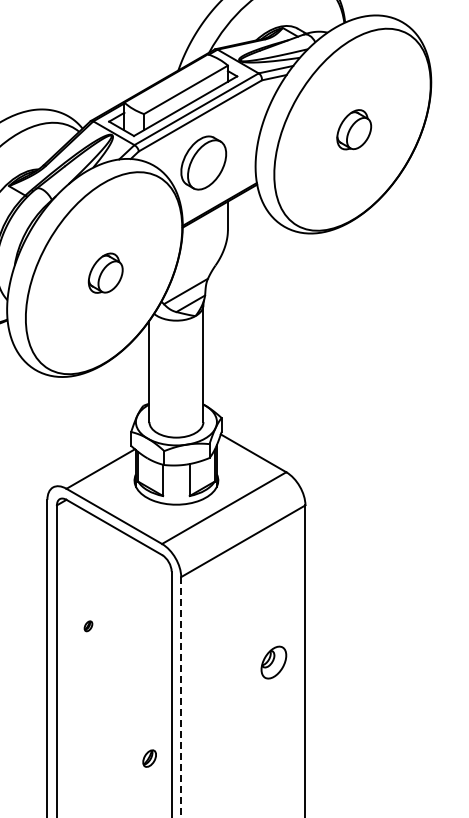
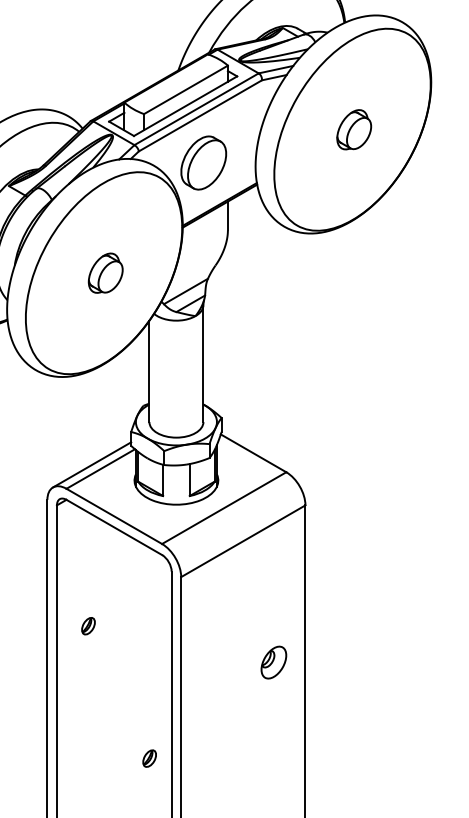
line at (92, 464): none -> present
part at (88, 626) size: 11x13 px -> 15x19 px
line at (181, 697): dashed -> solid
